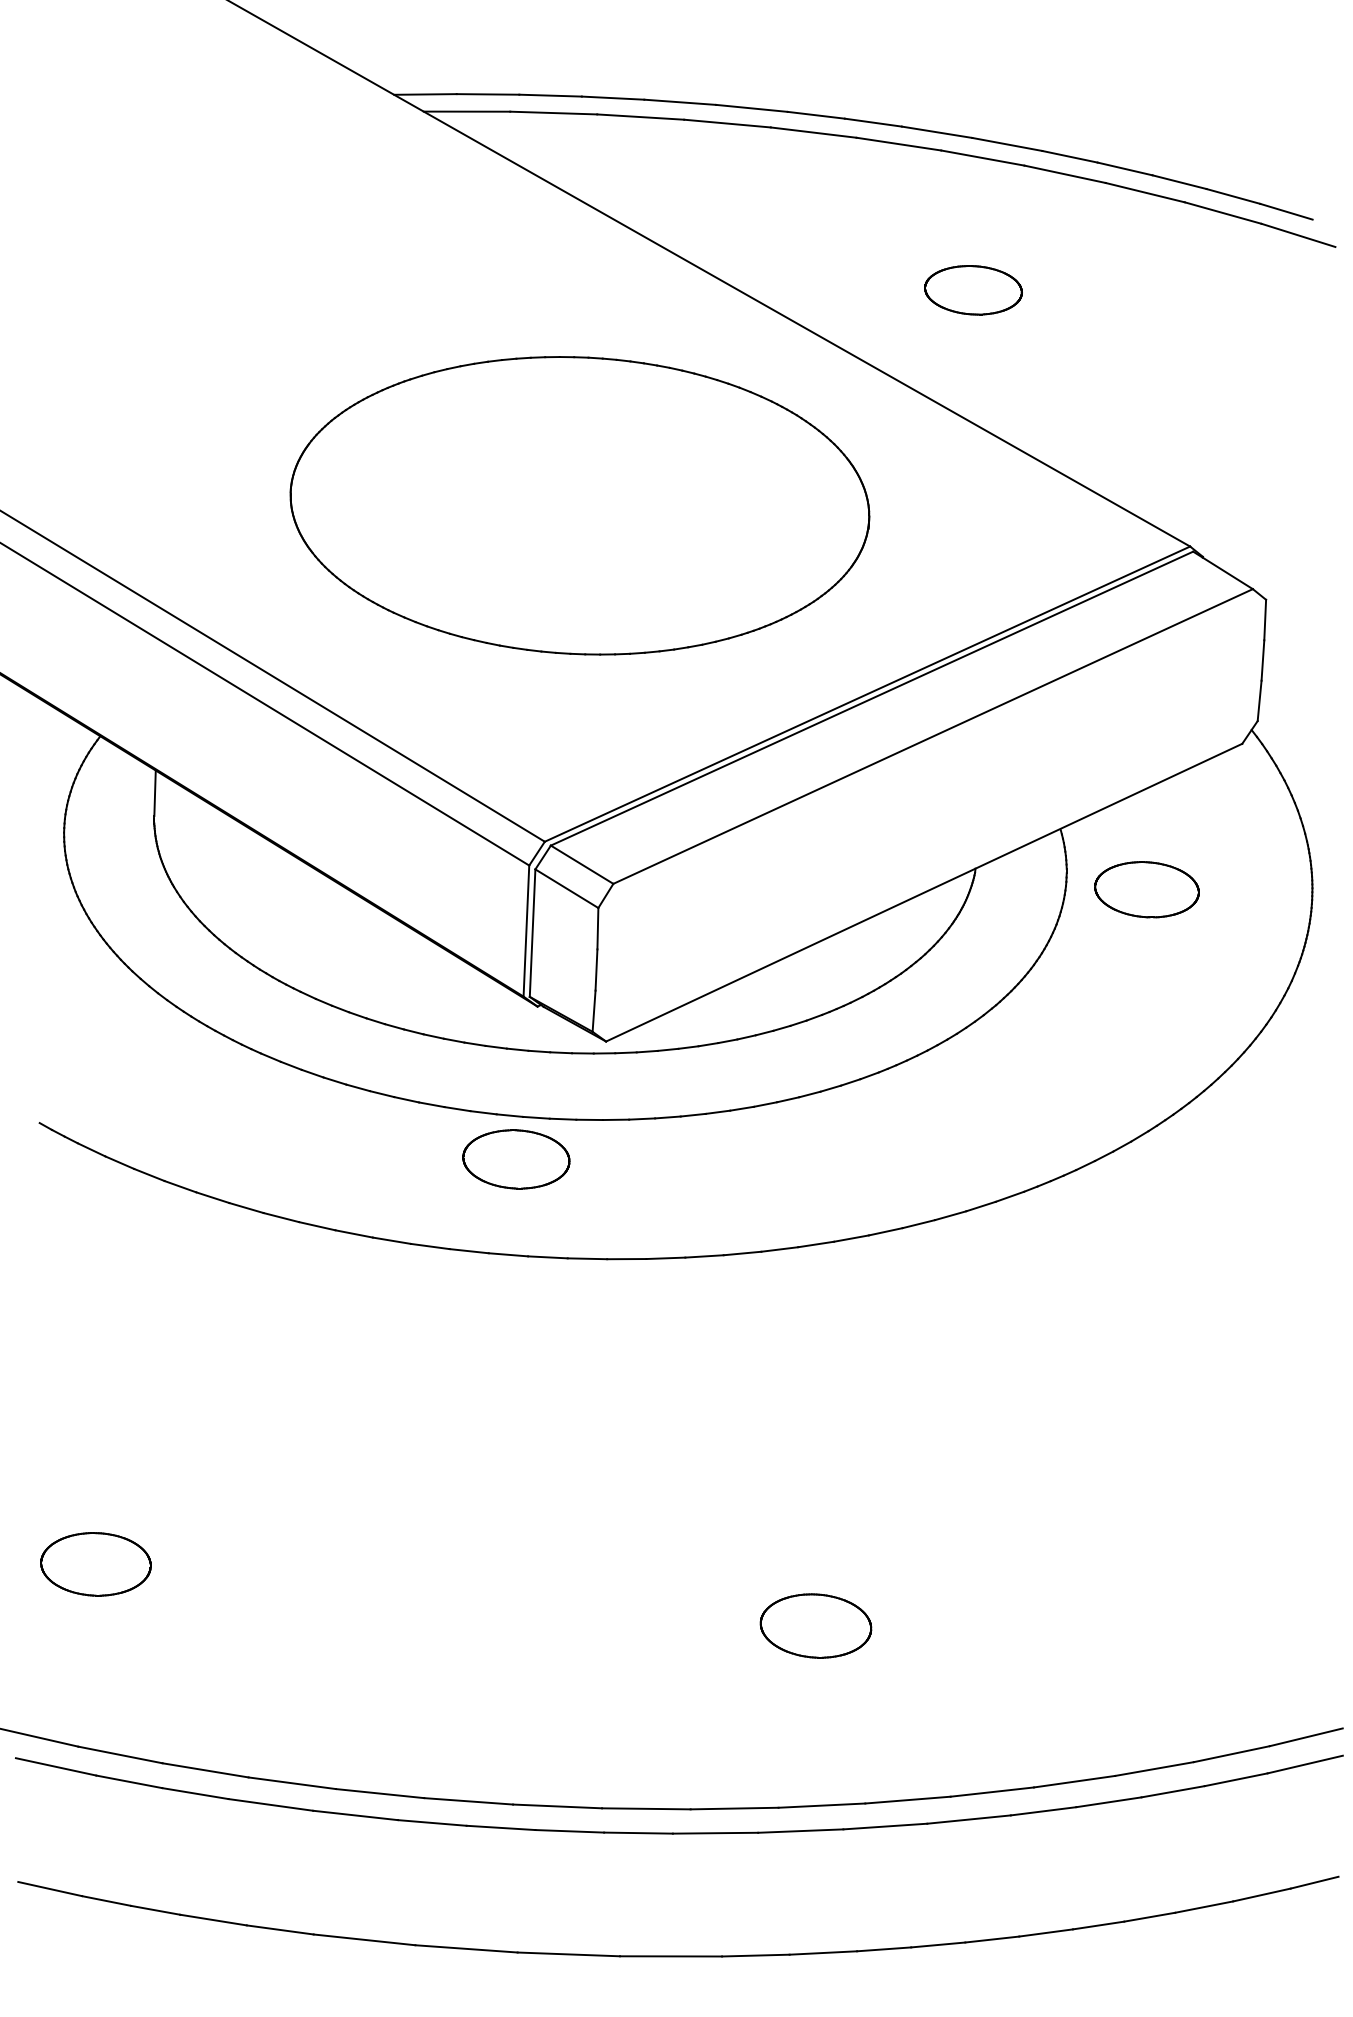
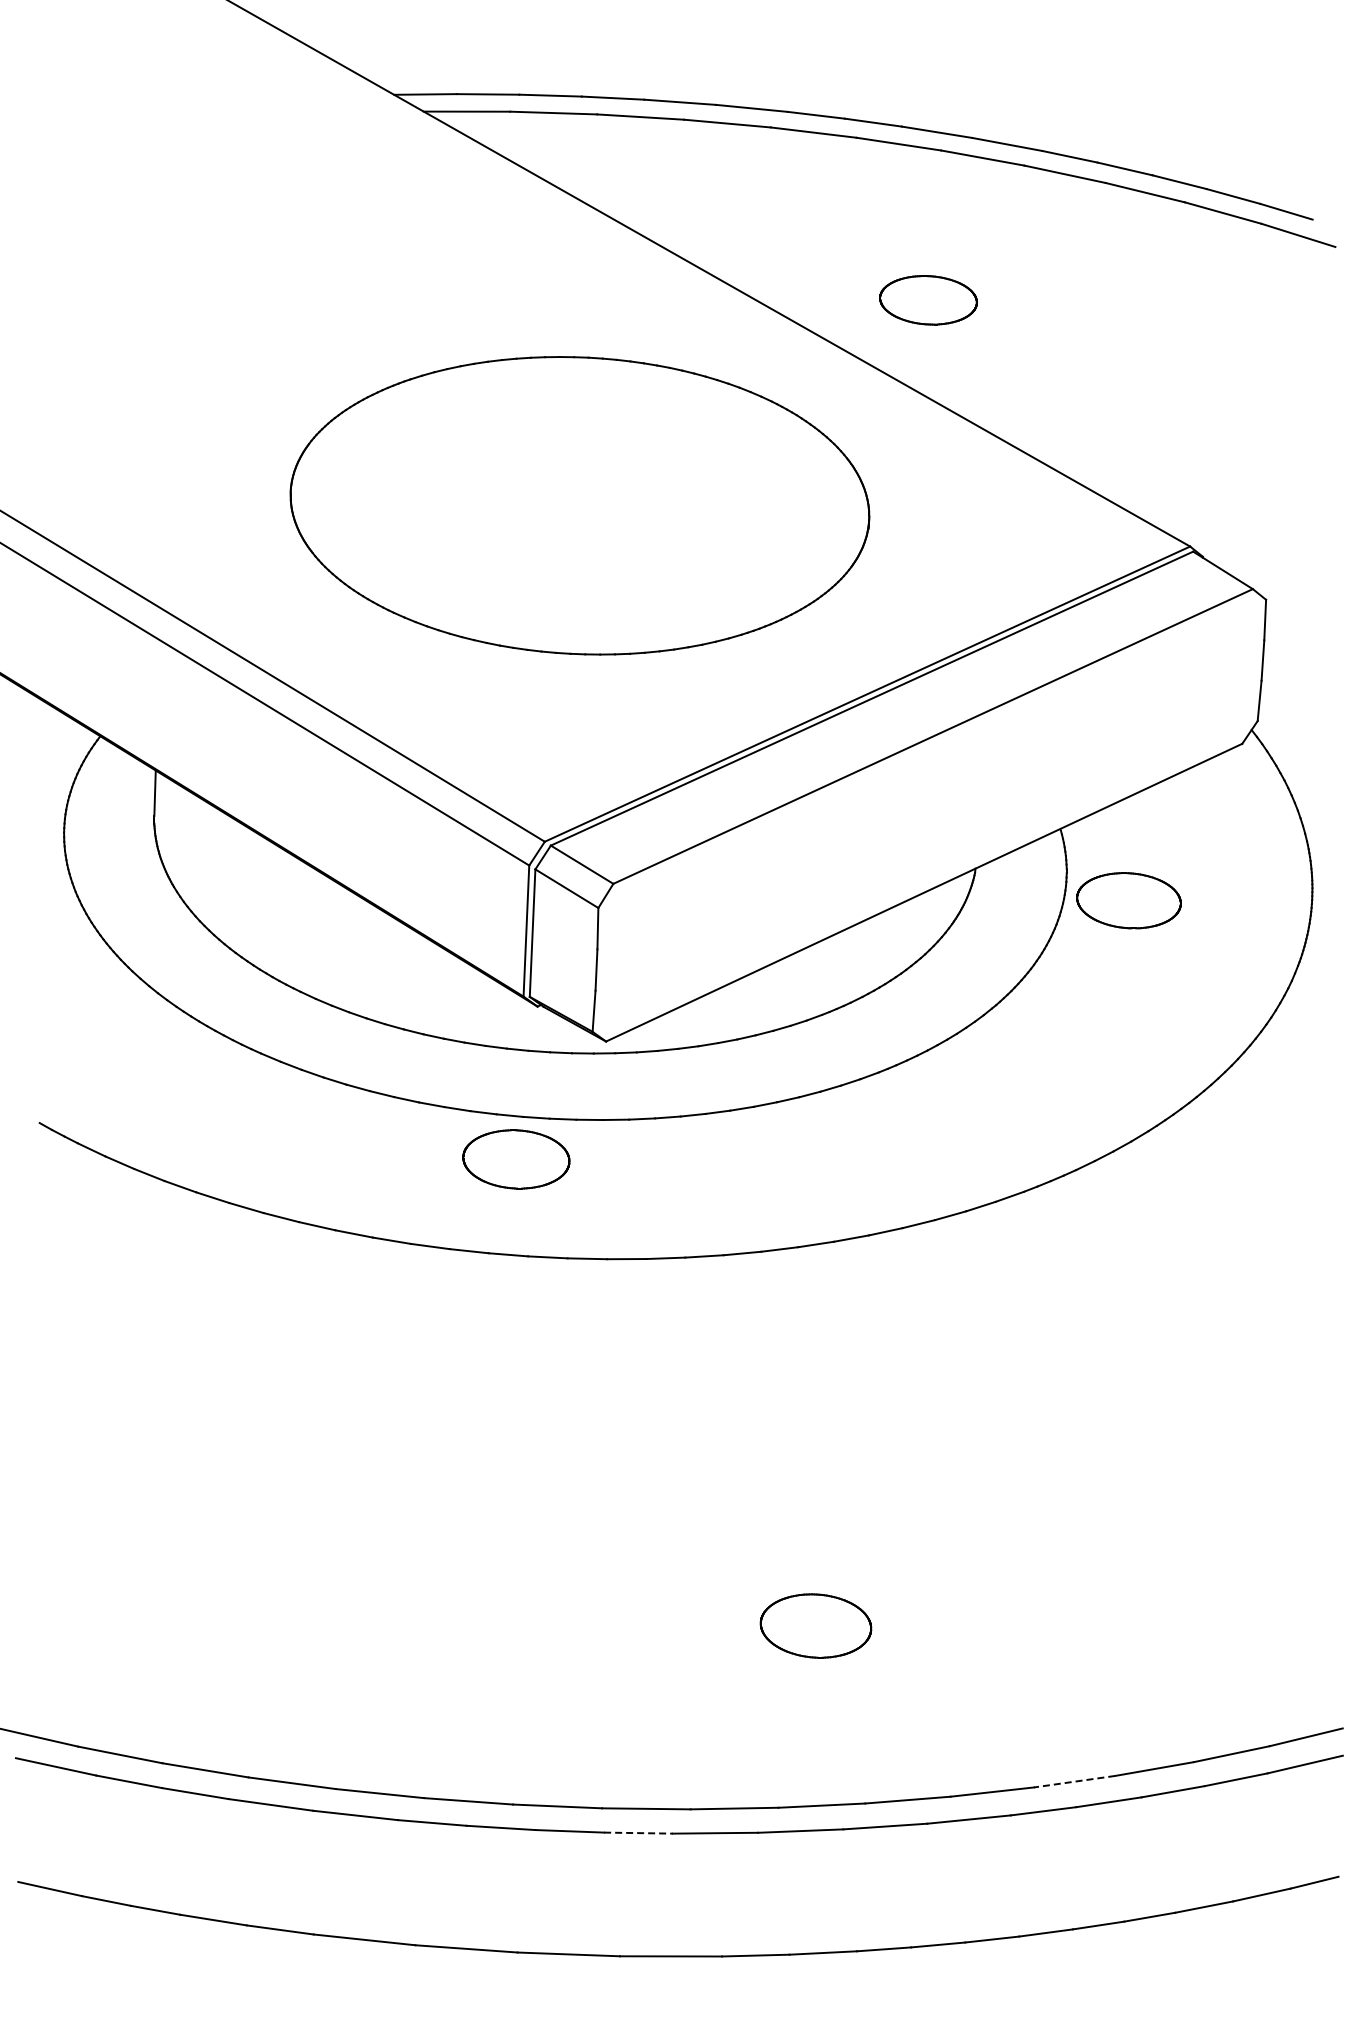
part at (973, 290) position: (973, 290) -> (928, 300)
part at (1146, 889) position: (1146, 889) -> (1128, 900)
part at (95, 1564): present -> none
line at (1074, 1781): solid -> dashed
line at (639, 1833): solid -> dashed
